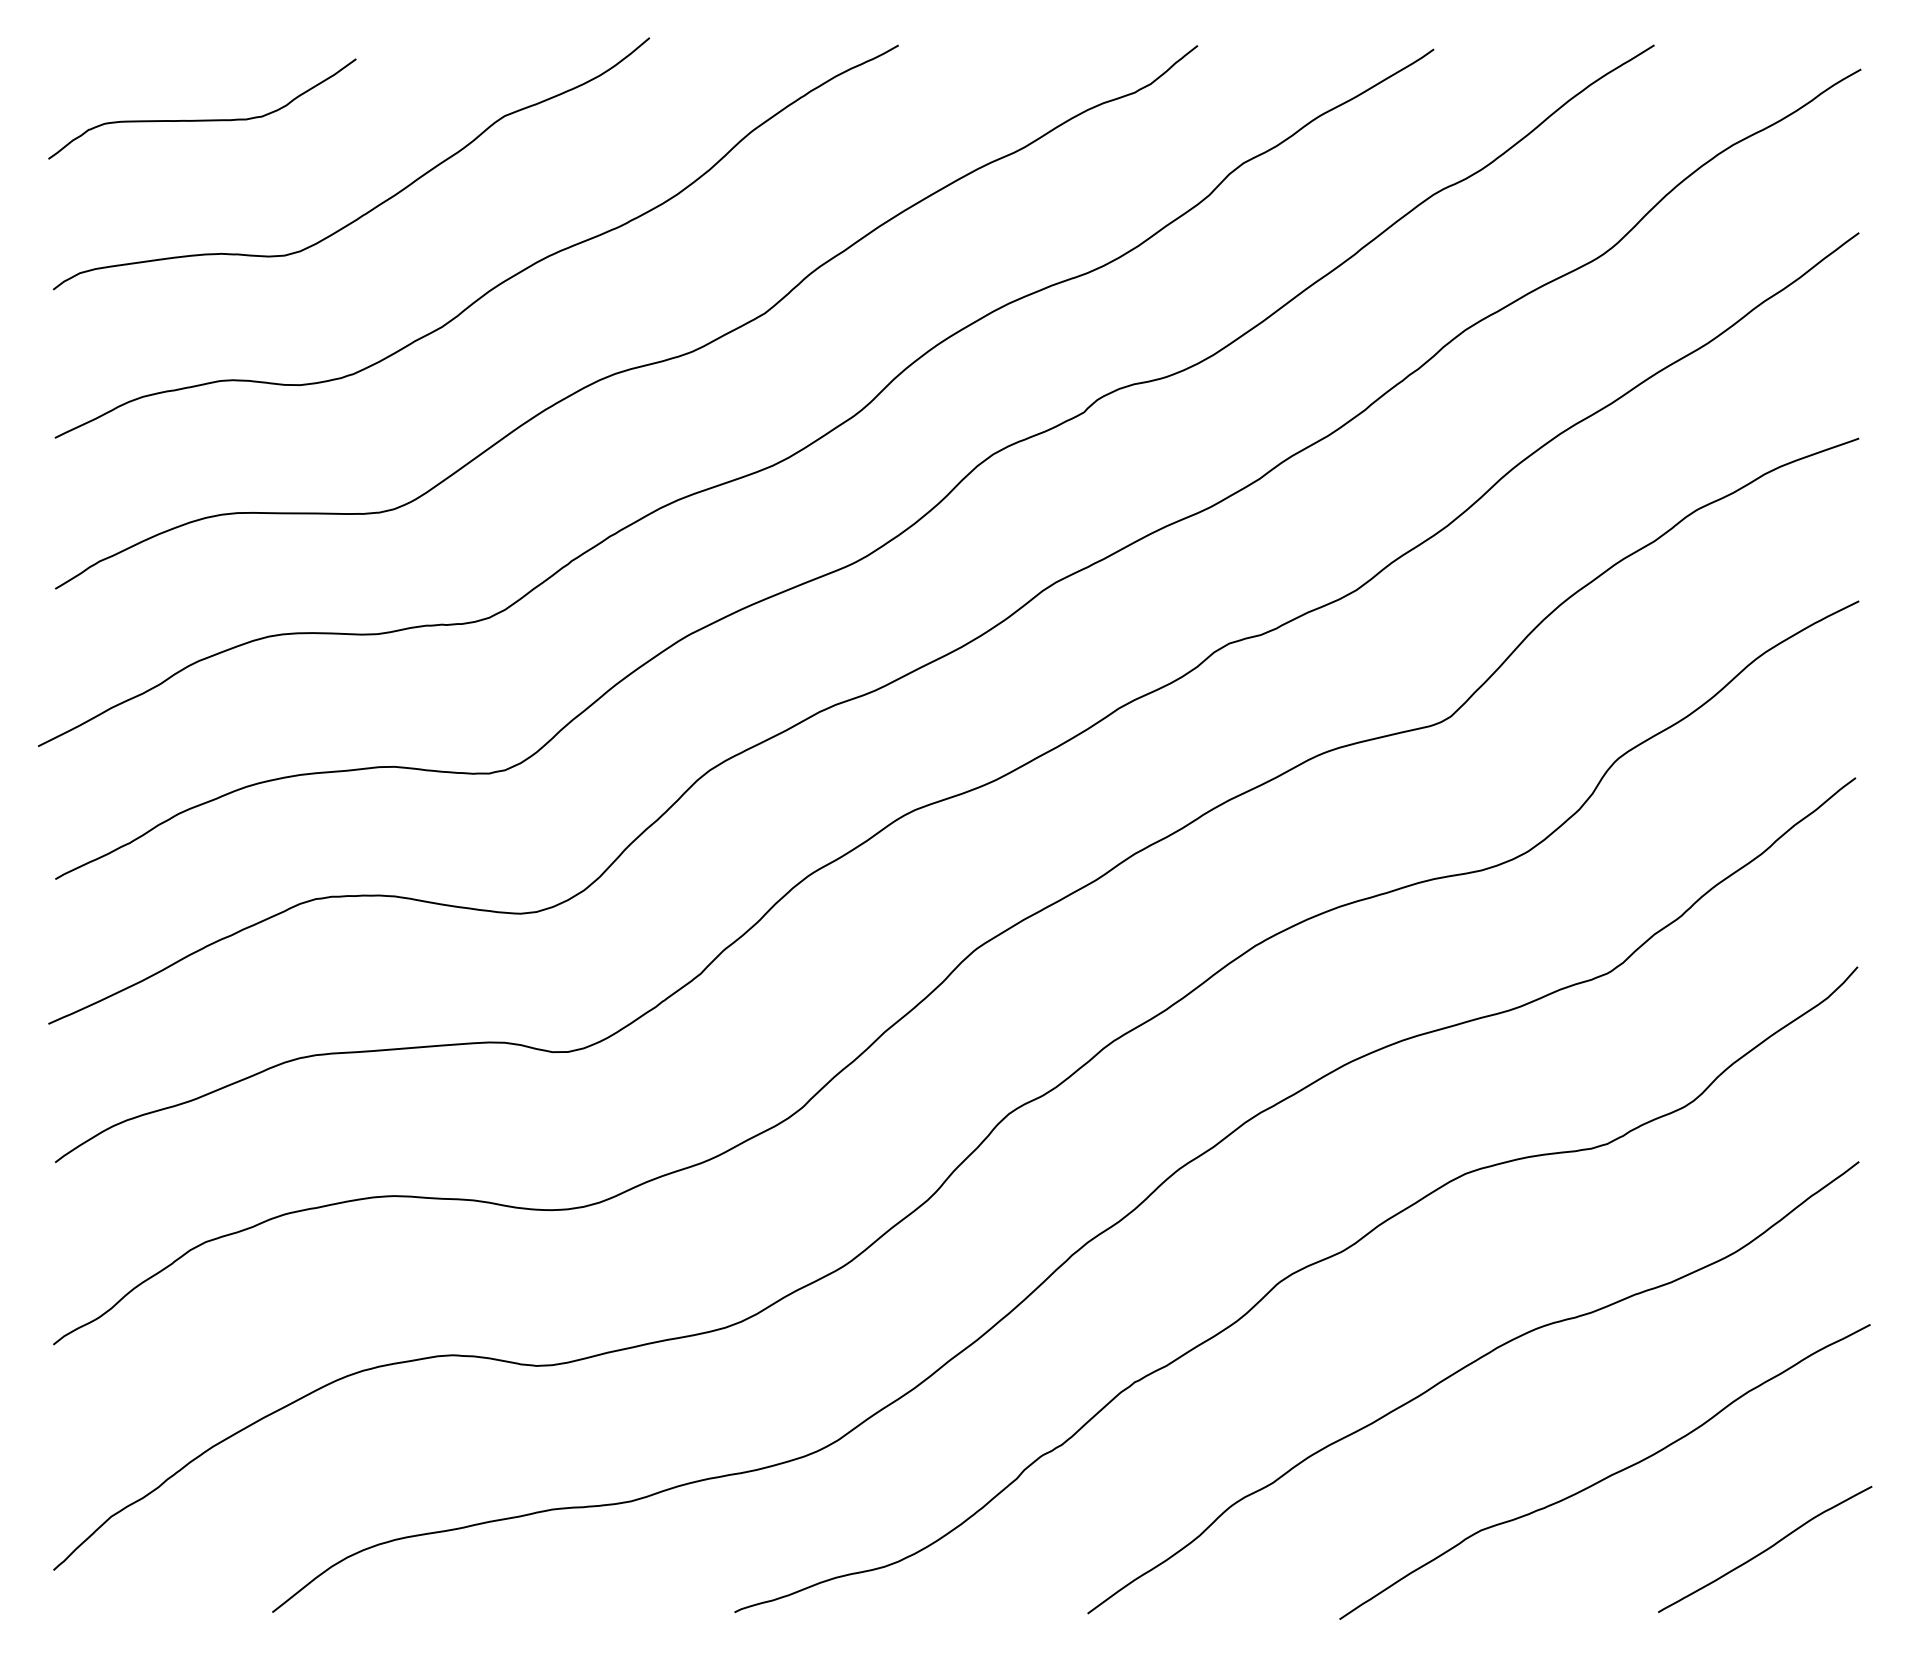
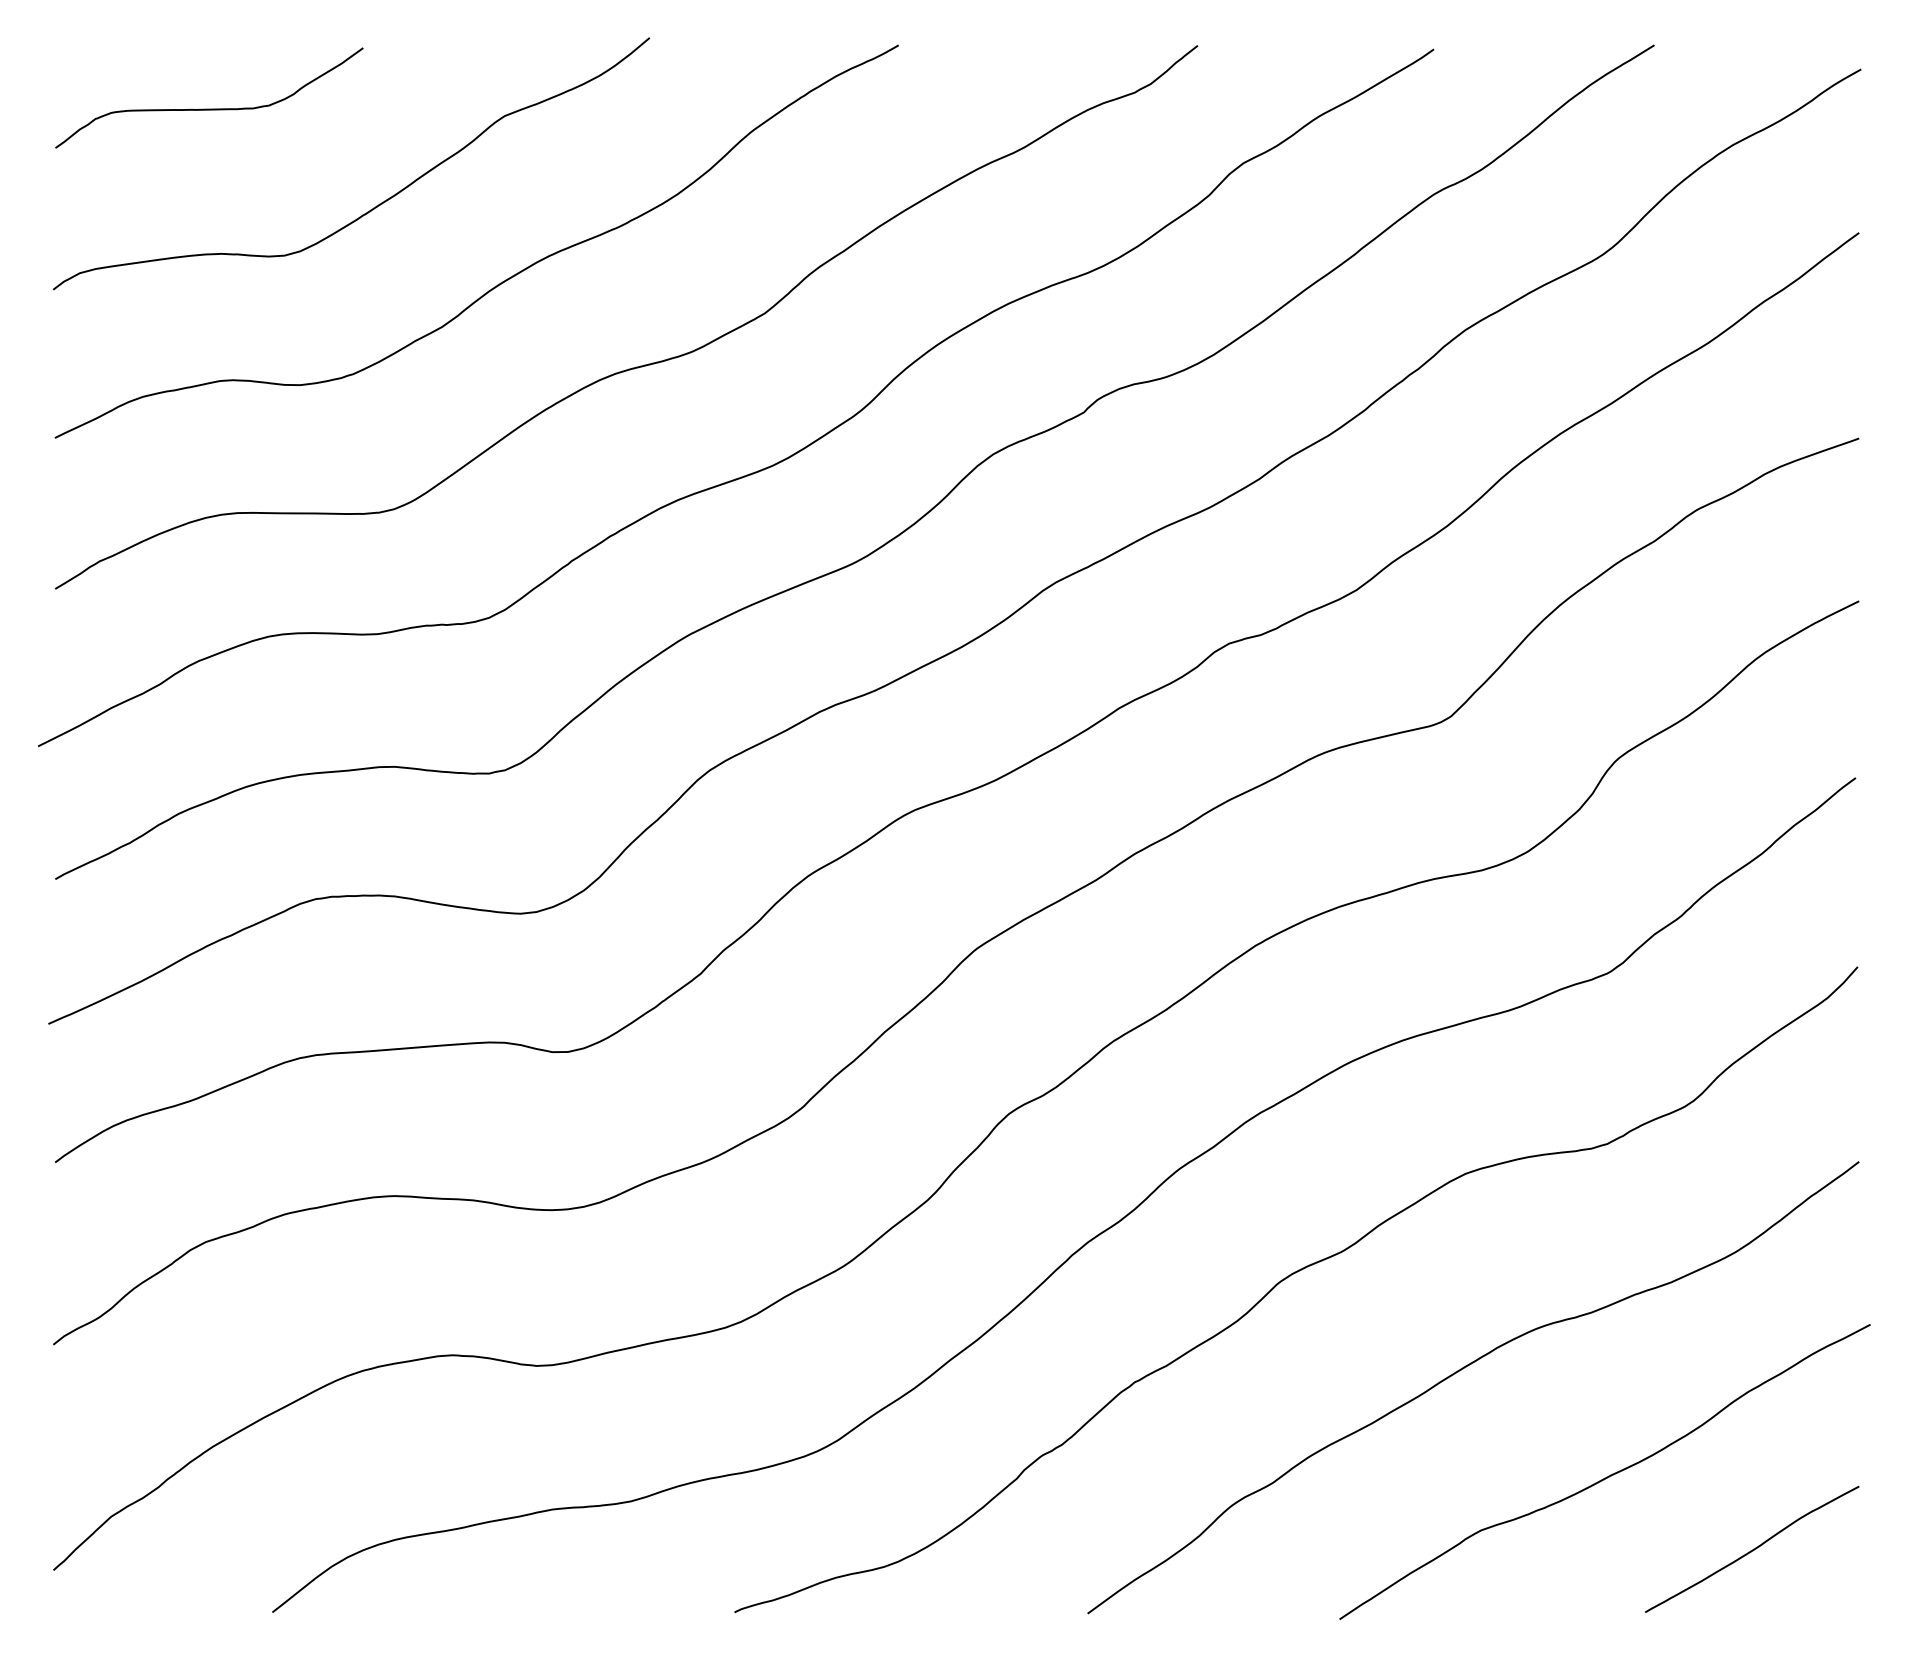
curve at (202, 119) position: (202, 119) -> (209, 108)
curve at (1766, 1548) position: (1766, 1548) -> (1753, 1548)
